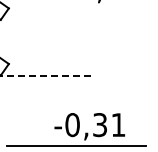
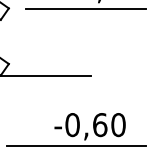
line at (85, 8): none -> present
line at (45, 75): dashed -> solid
text at (109, 125): -0,31 -> -0,60
